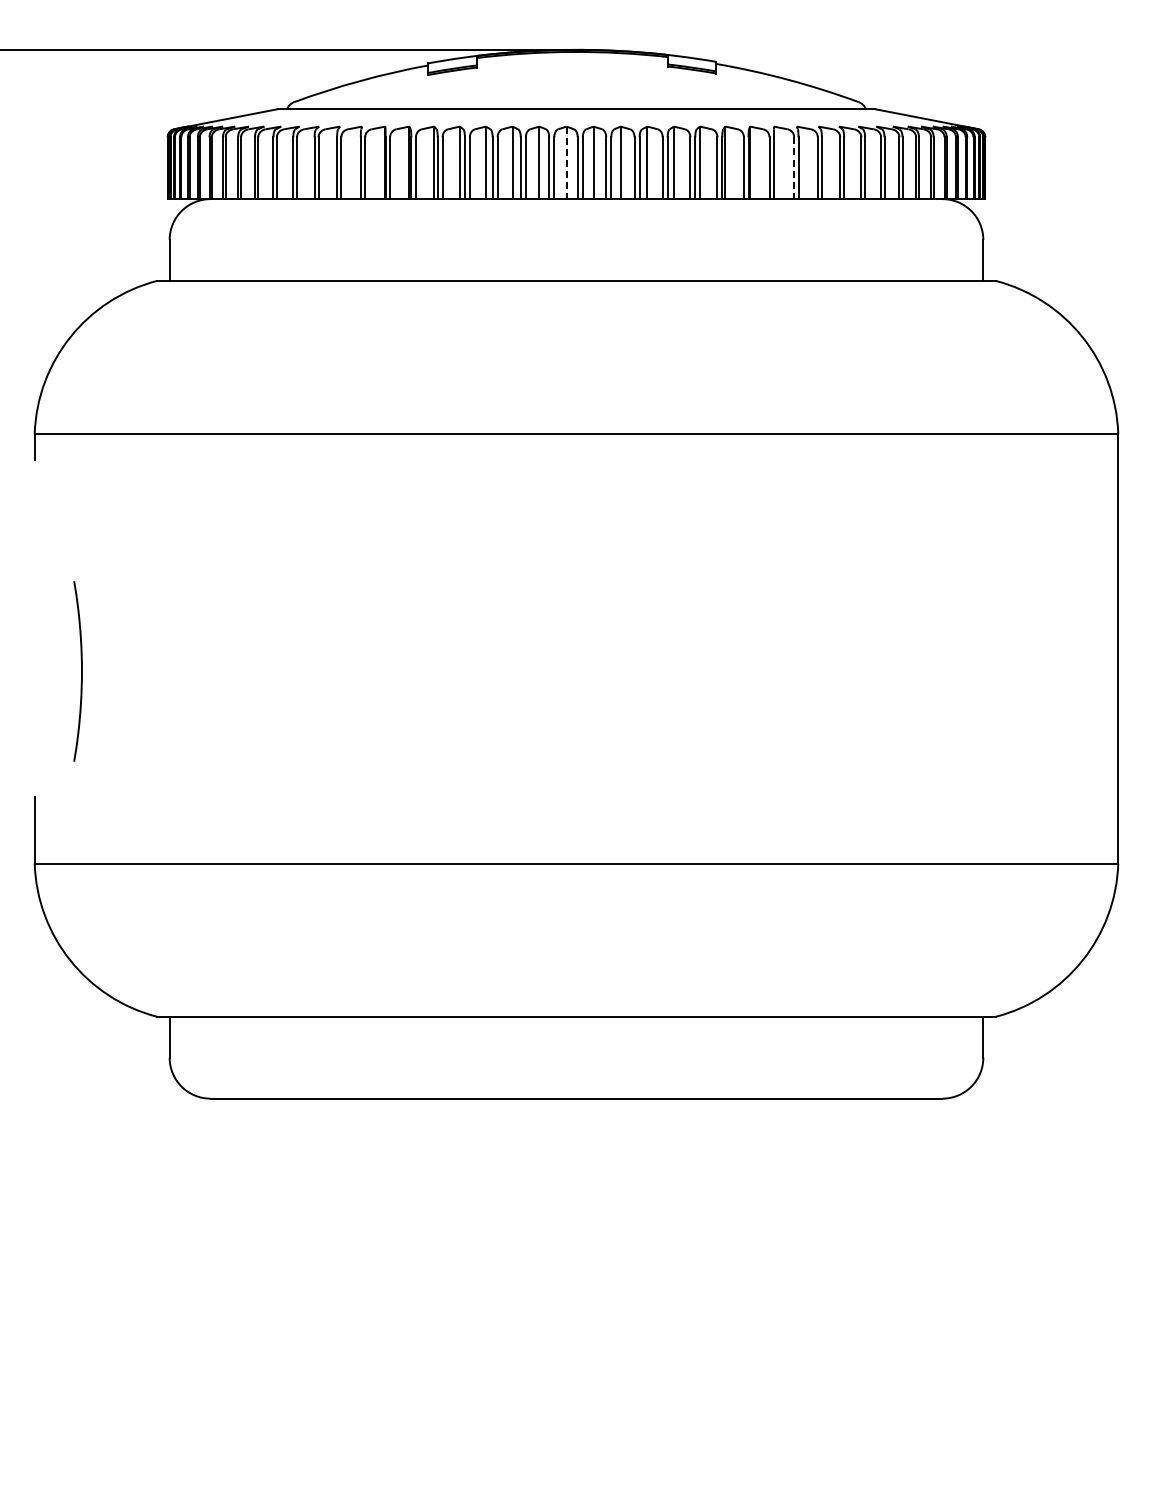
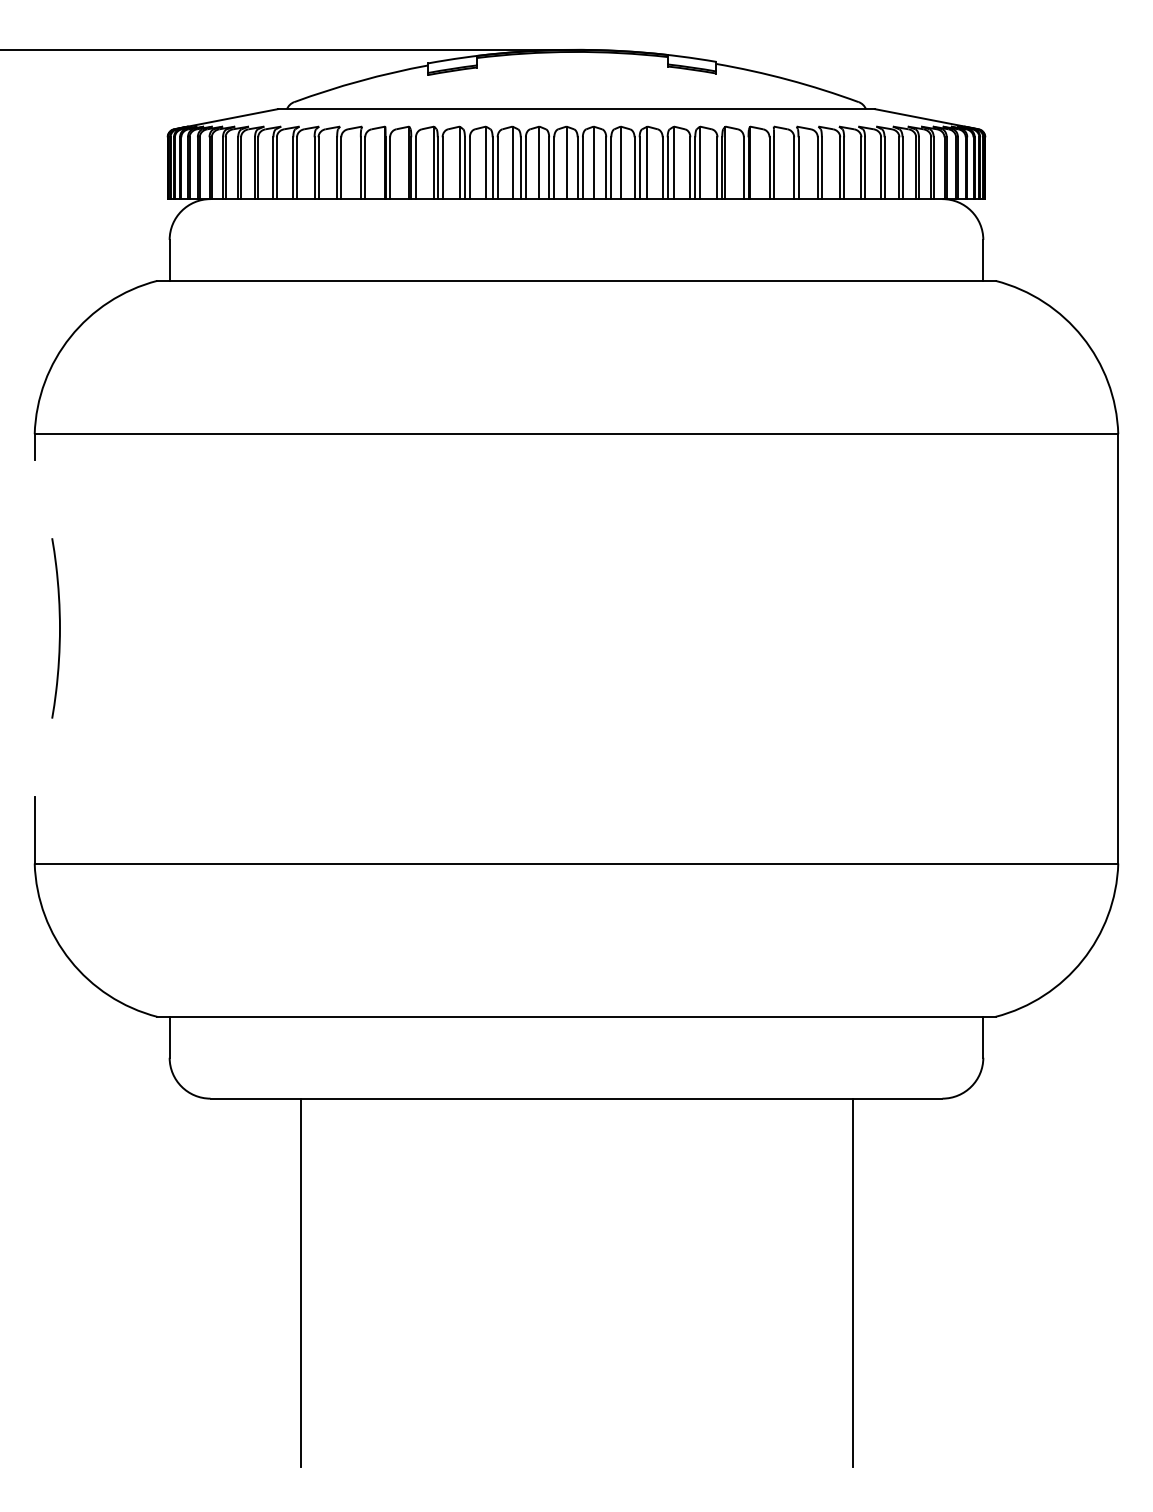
line at (566, 163): dashed -> solid
line at (794, 168): dashed -> solid
curve at (81, 671) position: (81, 671) -> (59, 628)
line at (300, 1282): none -> present
line at (852, 1282): none -> present
